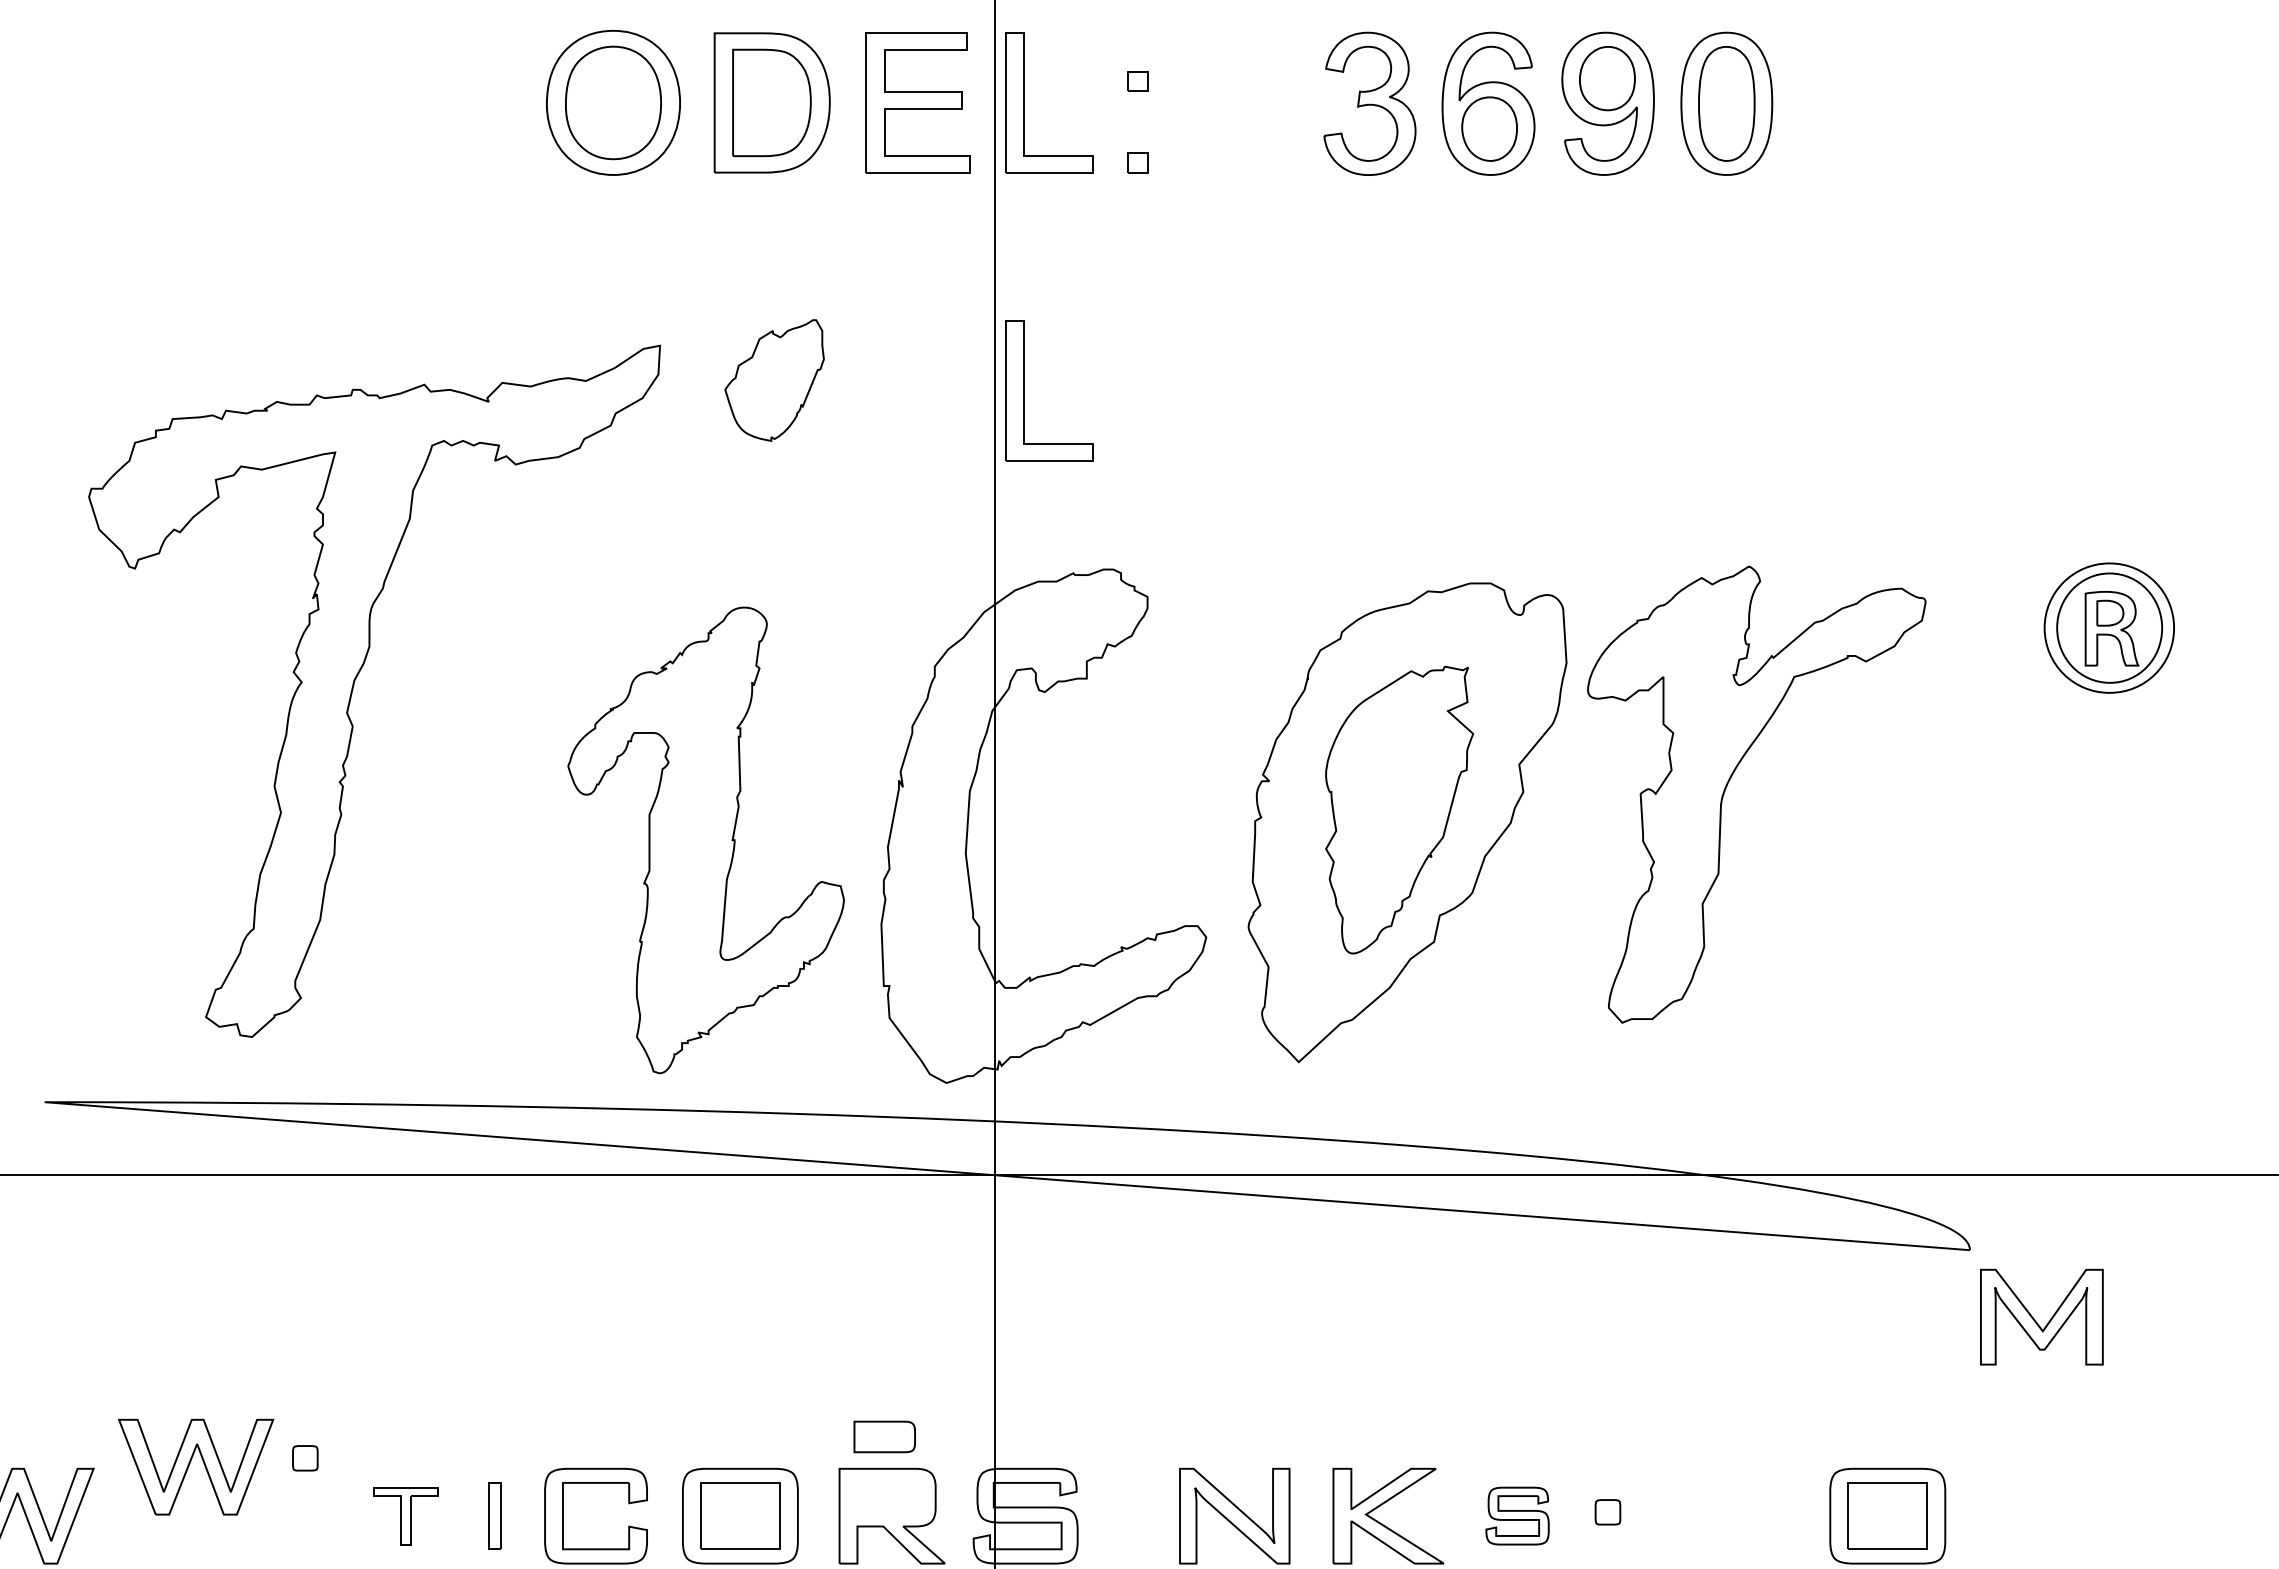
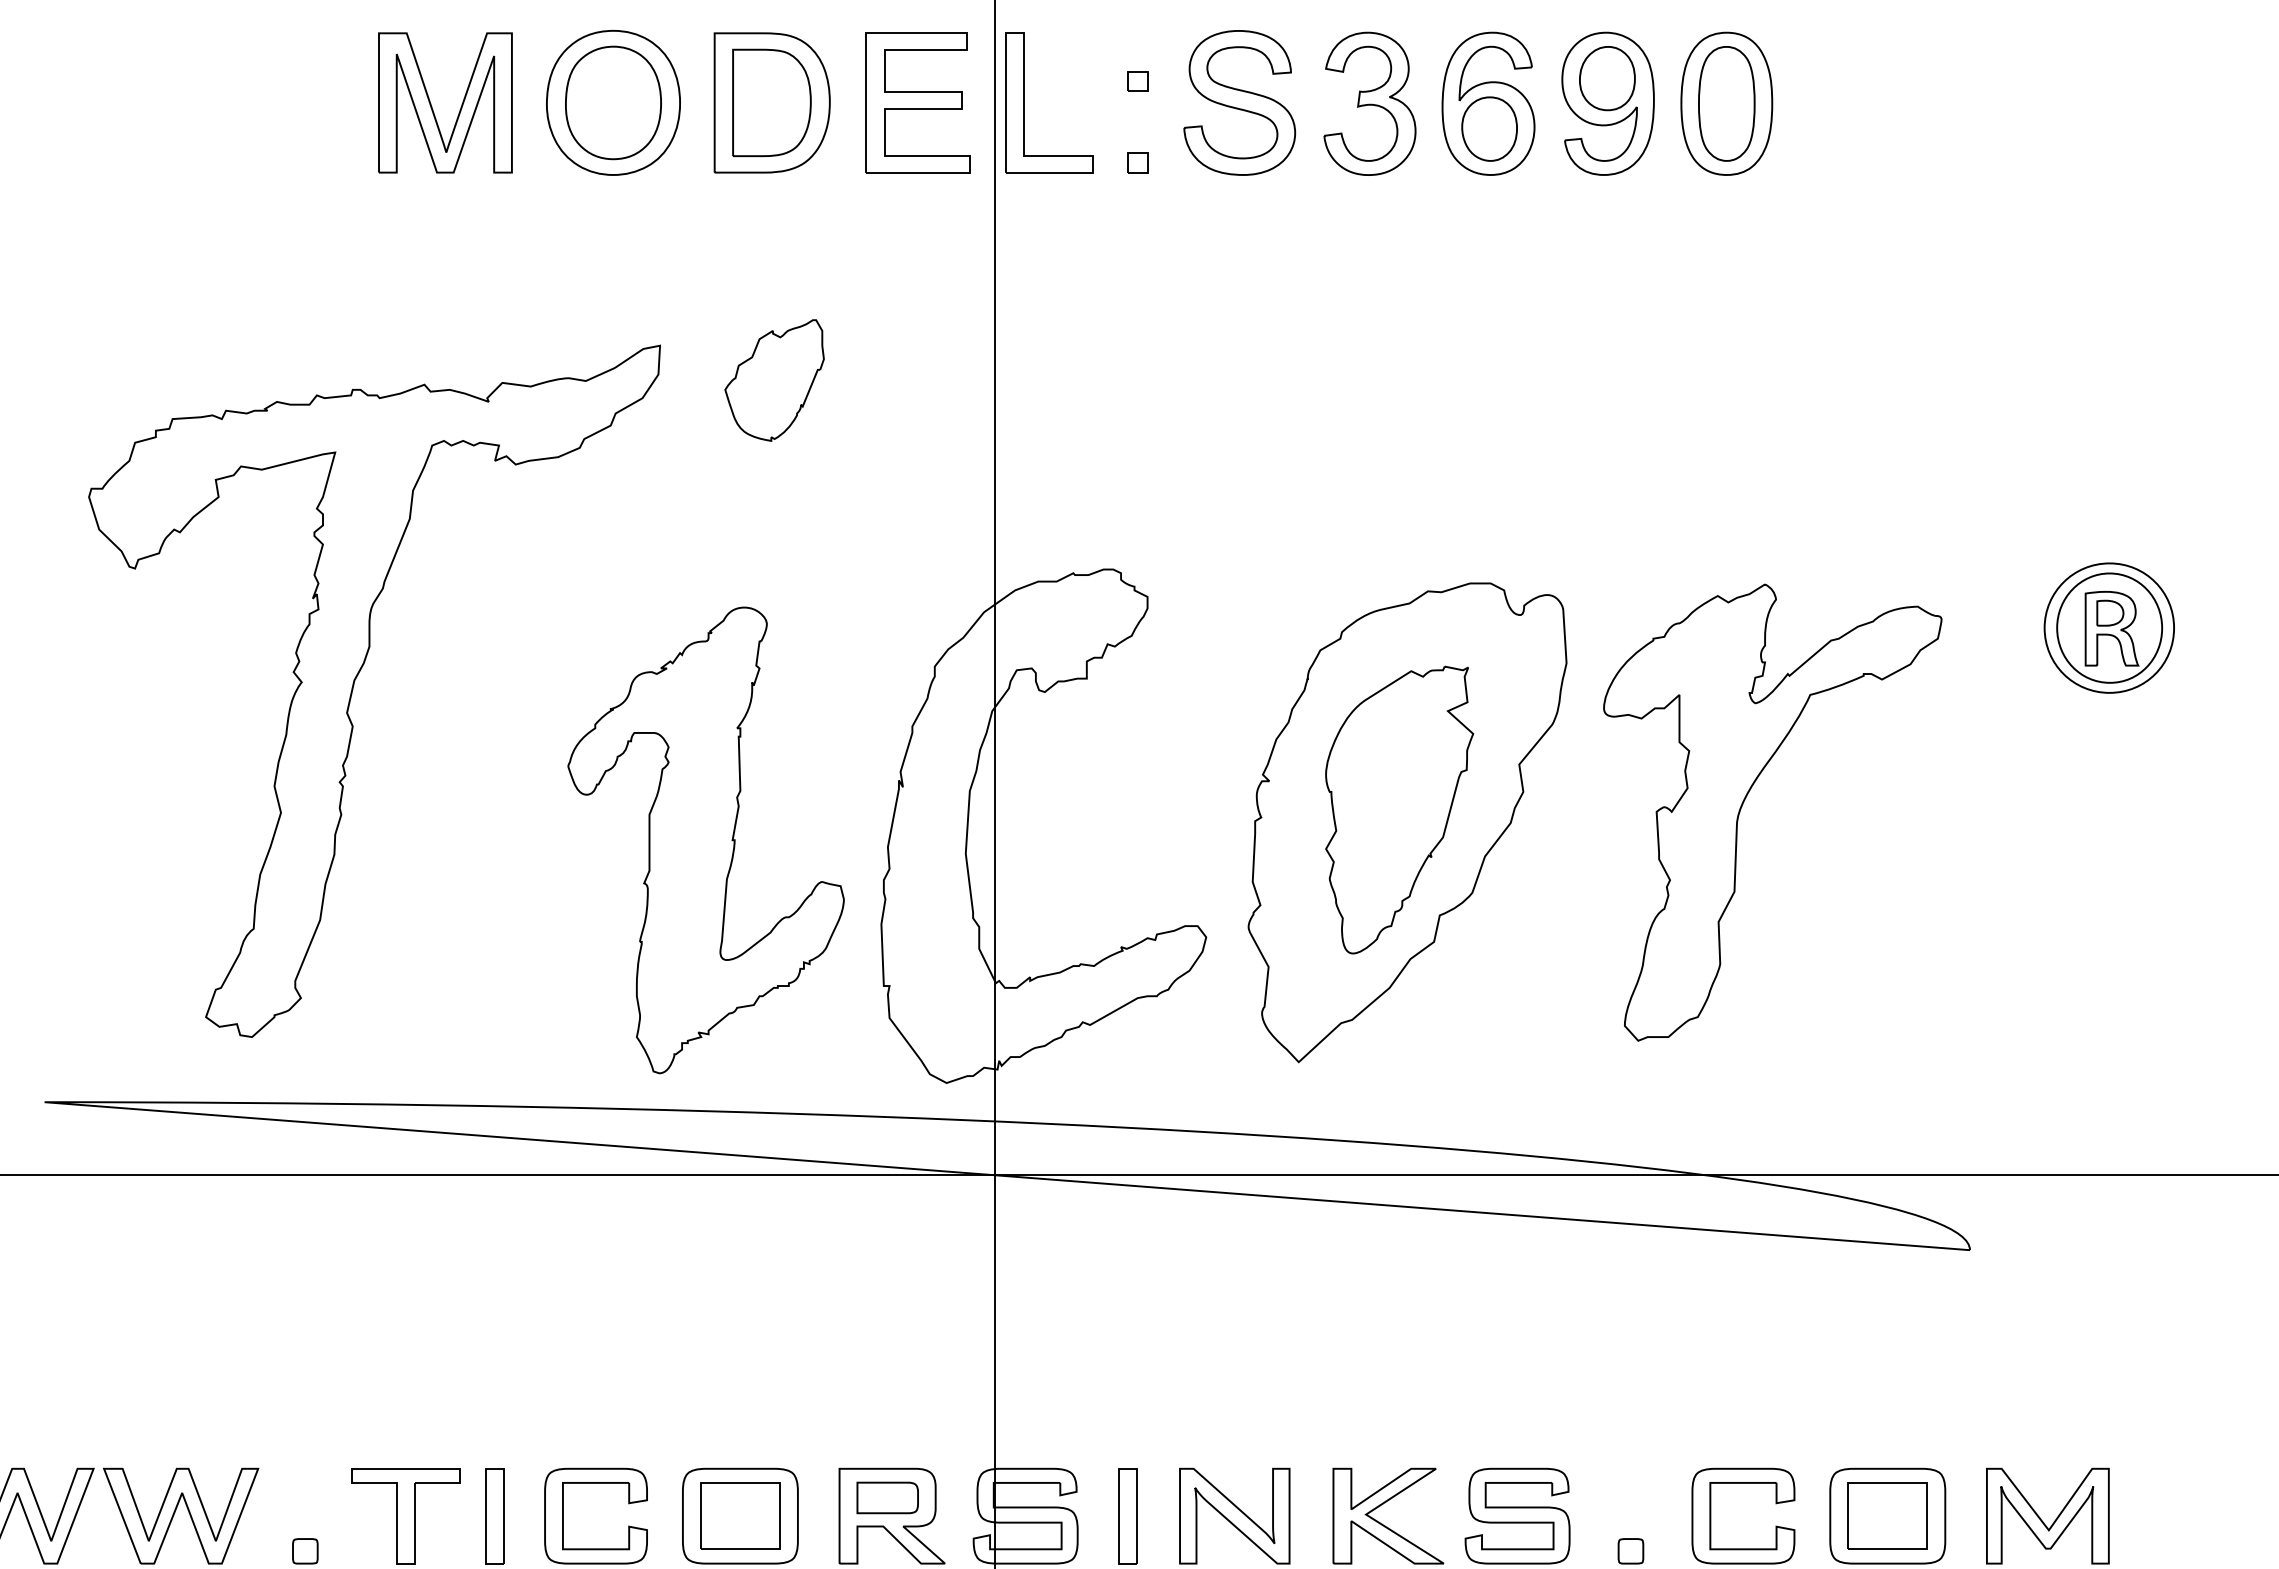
part at (1239, 102): none -> present
part at (432, 106): none -> present
part at (1024, 390): present -> none
part at (1730, 780) position: (1730, 780) -> (1746, 798)
part at (2035, 1319) position: (2035, 1319) -> (2041, 1518)
part at (884, 1436) position: (884, 1436) -> (887, 1497)
part at (305, 1458) position: (305, 1458) -> (305, 1551)
part at (190, 1463) position: (190, 1463) -> (175, 1512)
part at (1743, 1483): none -> present
part at (1607, 1512) position: (1607, 1512) -> (1630, 1551)
part at (494, 1515) size: 14x68 px -> 20x97 px
part at (1517, 1515) size: 65x60 px -> 107x98 px
part at (405, 1516) size: 66x59 px -> 110x97 px
part at (1127, 1516): none -> present
